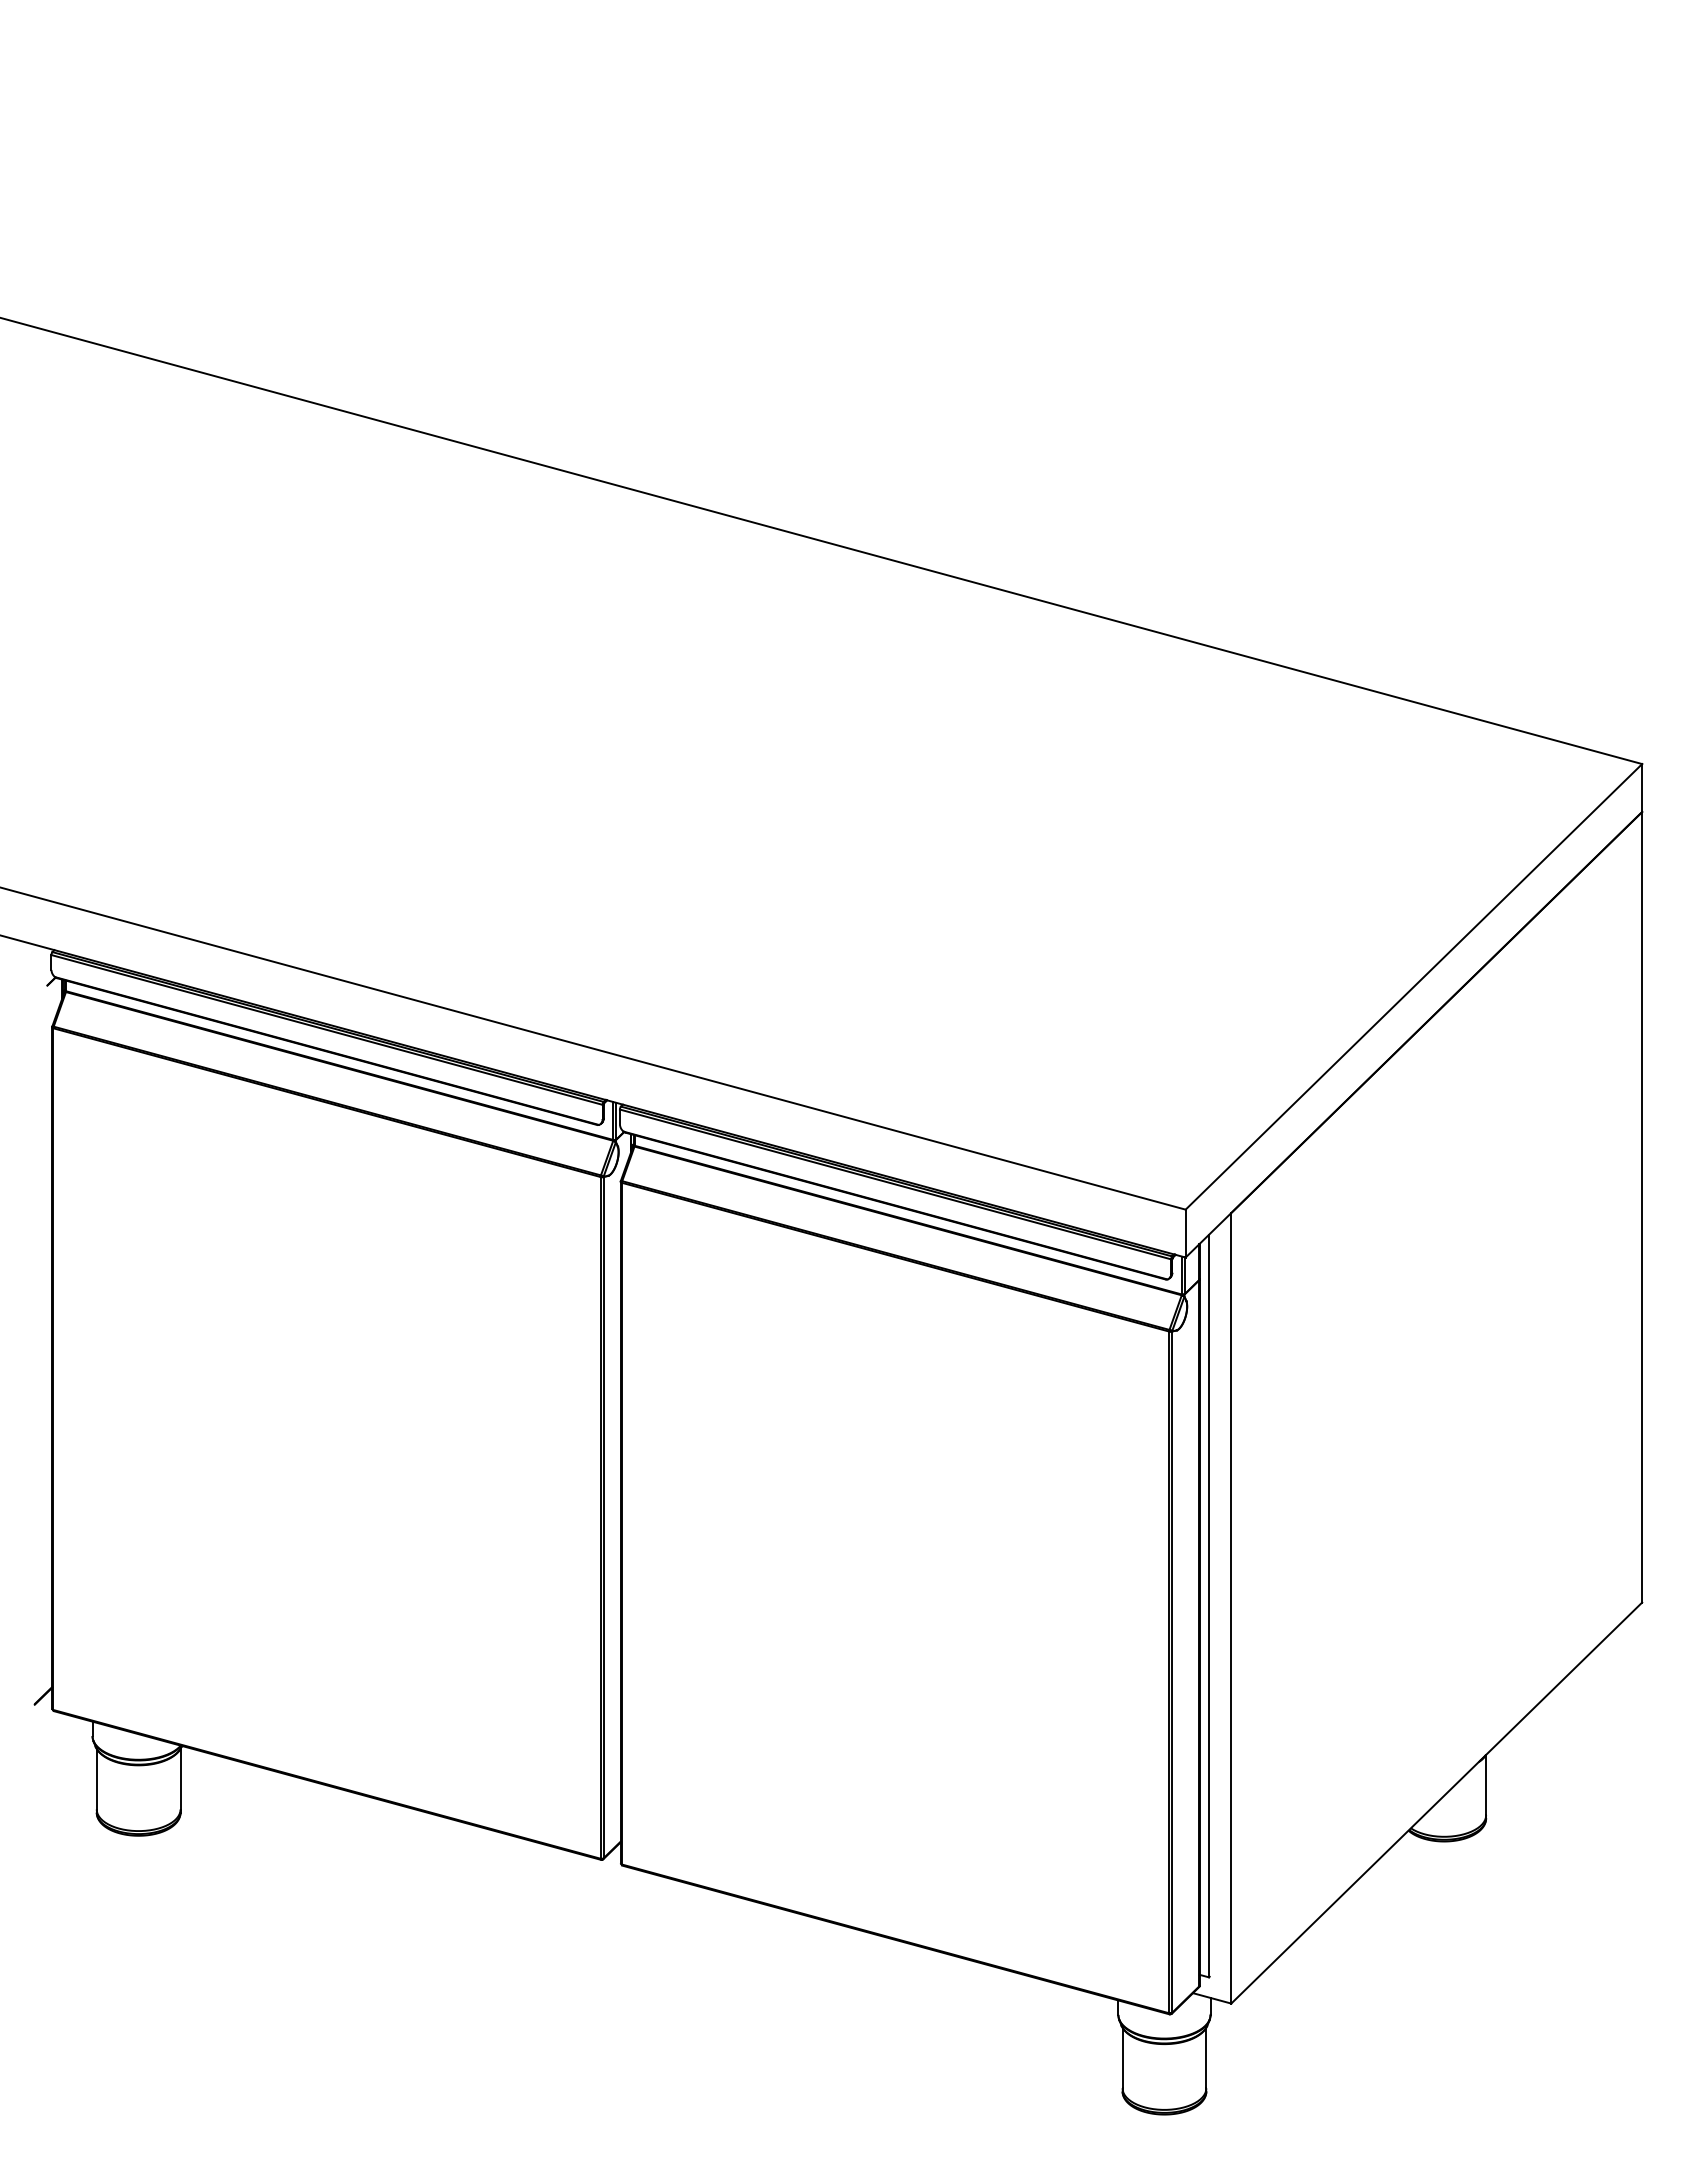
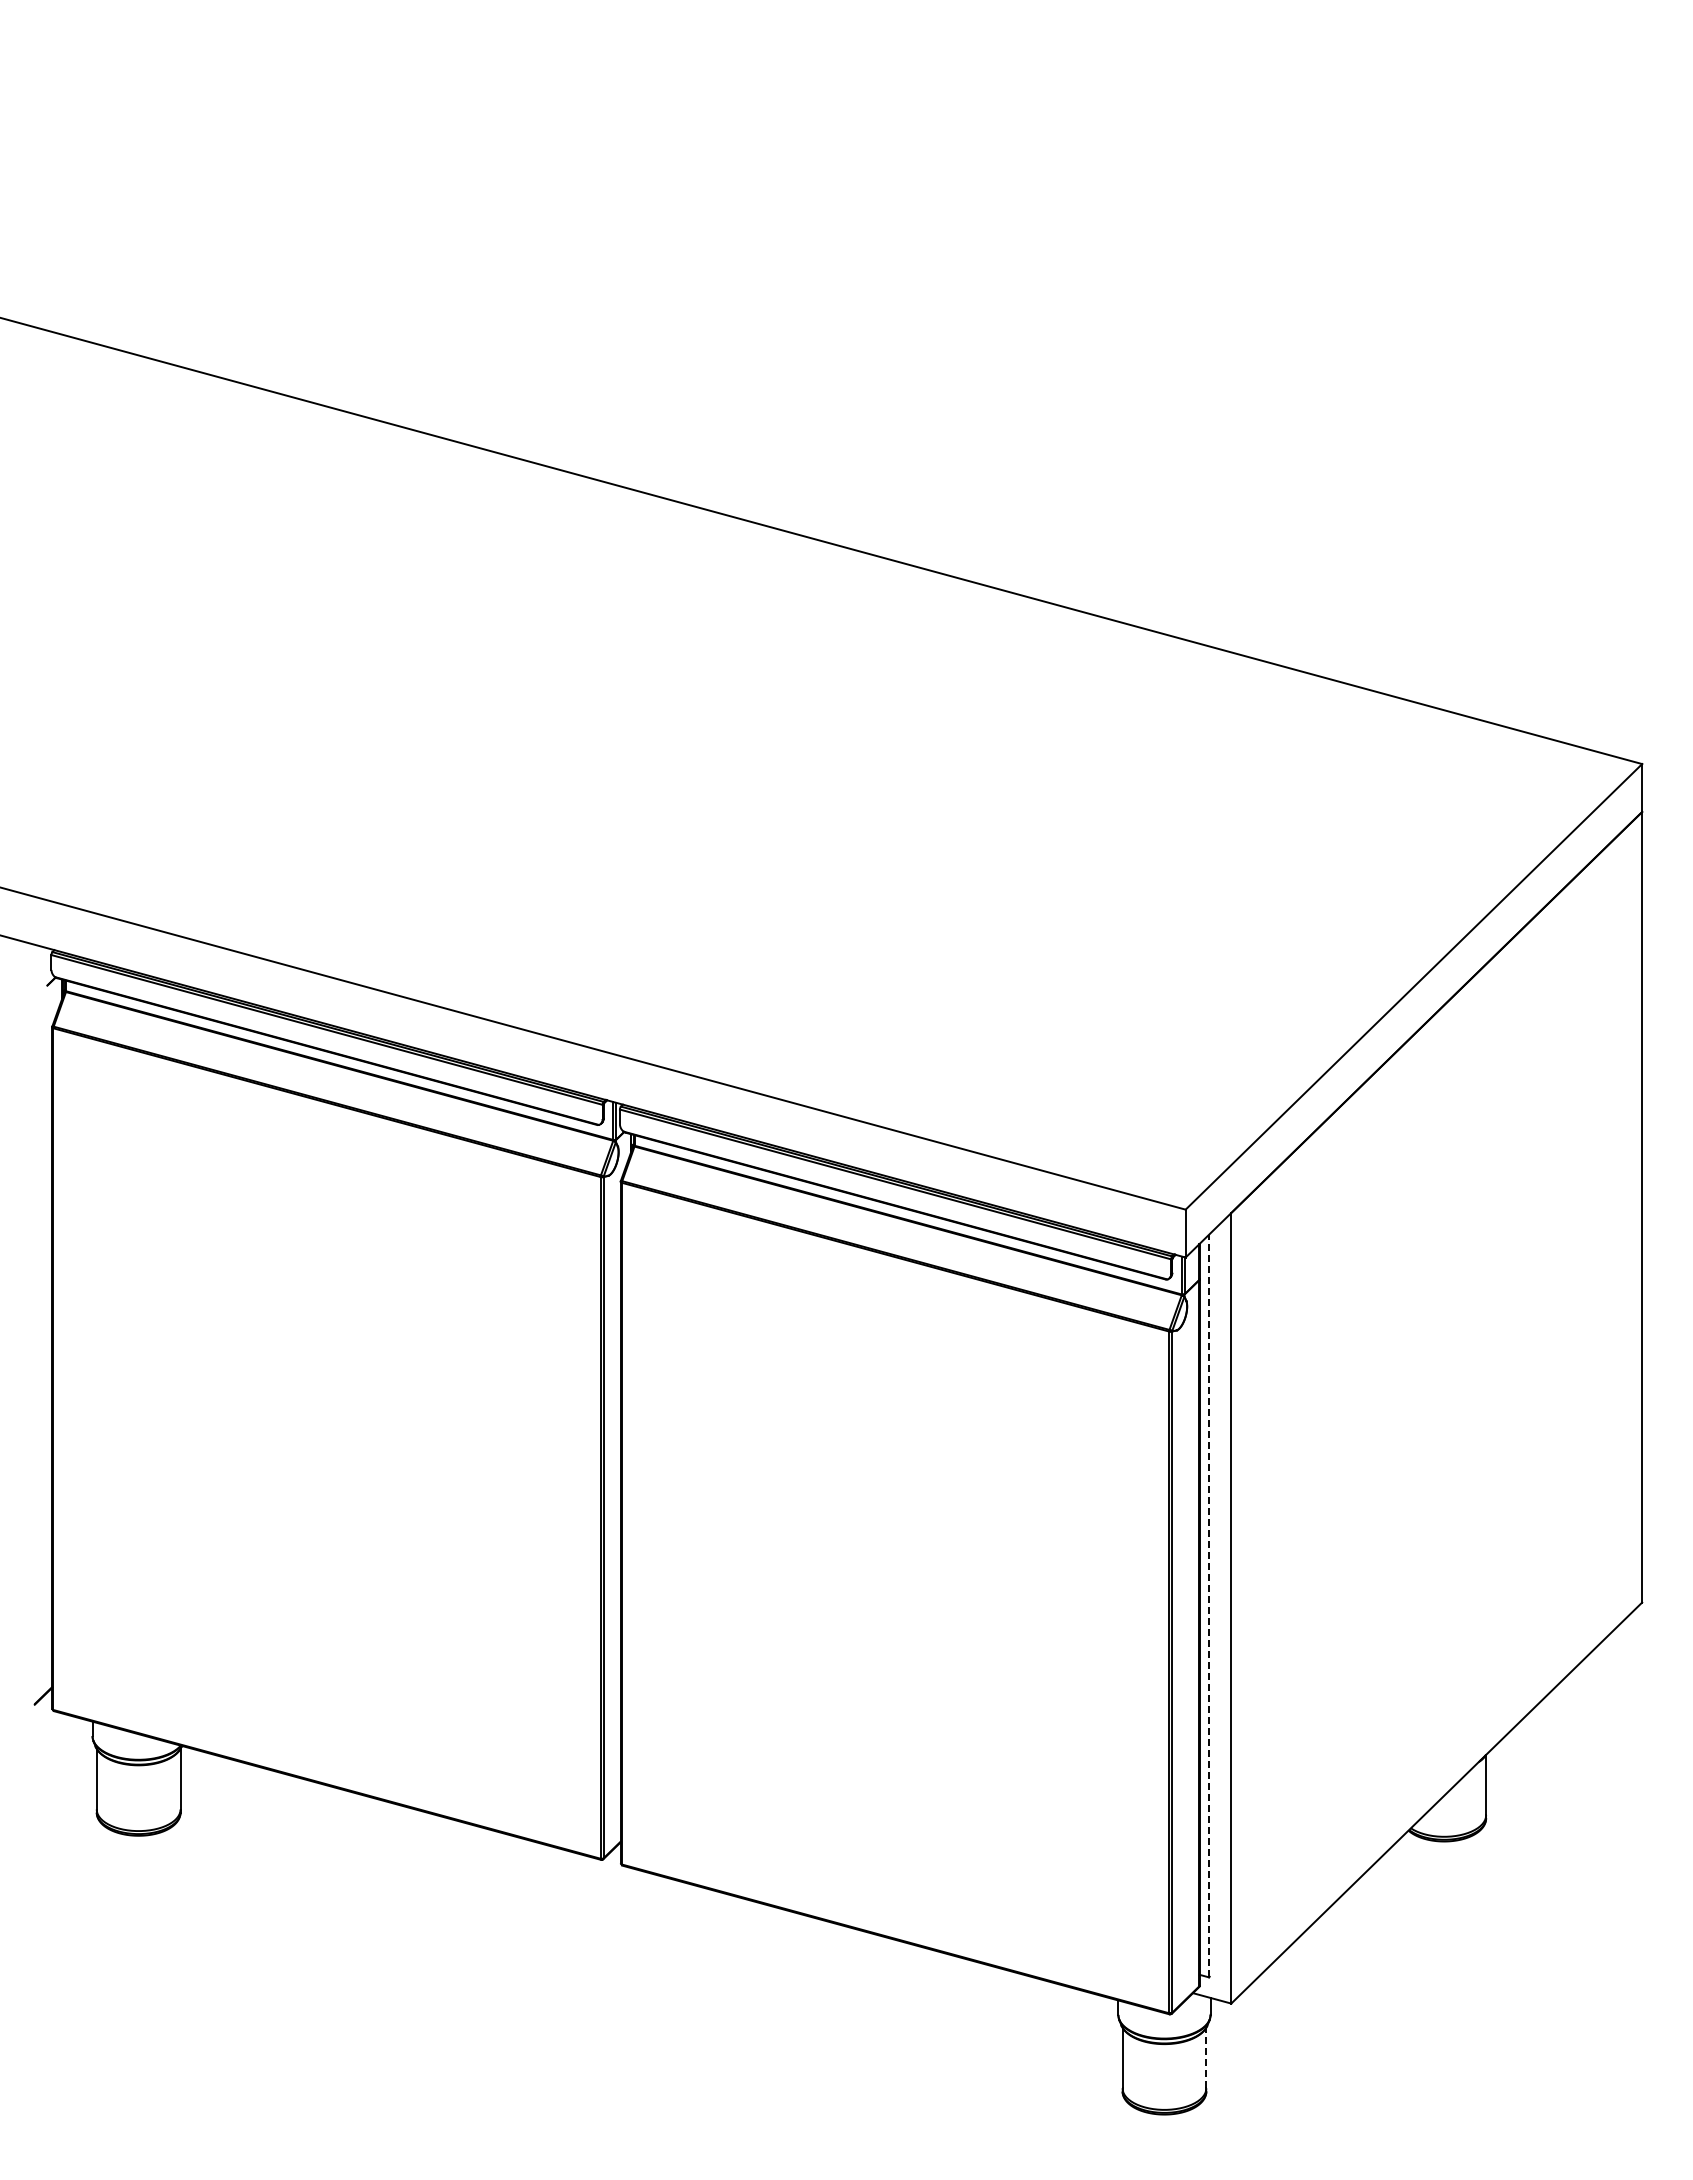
line at (1209, 1605): solid -> dashed
line at (1206, 2057): solid -> dashed
